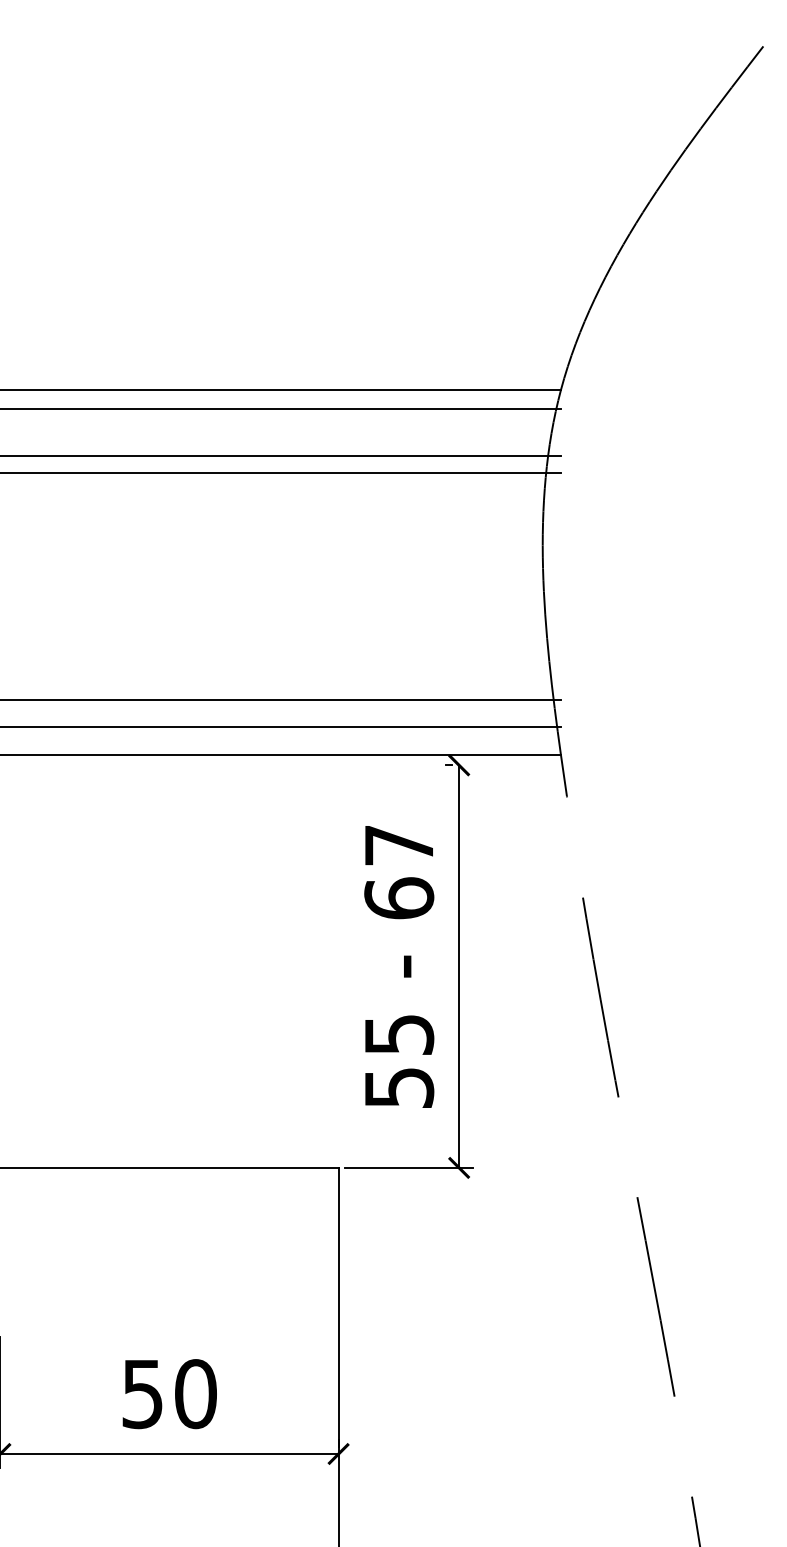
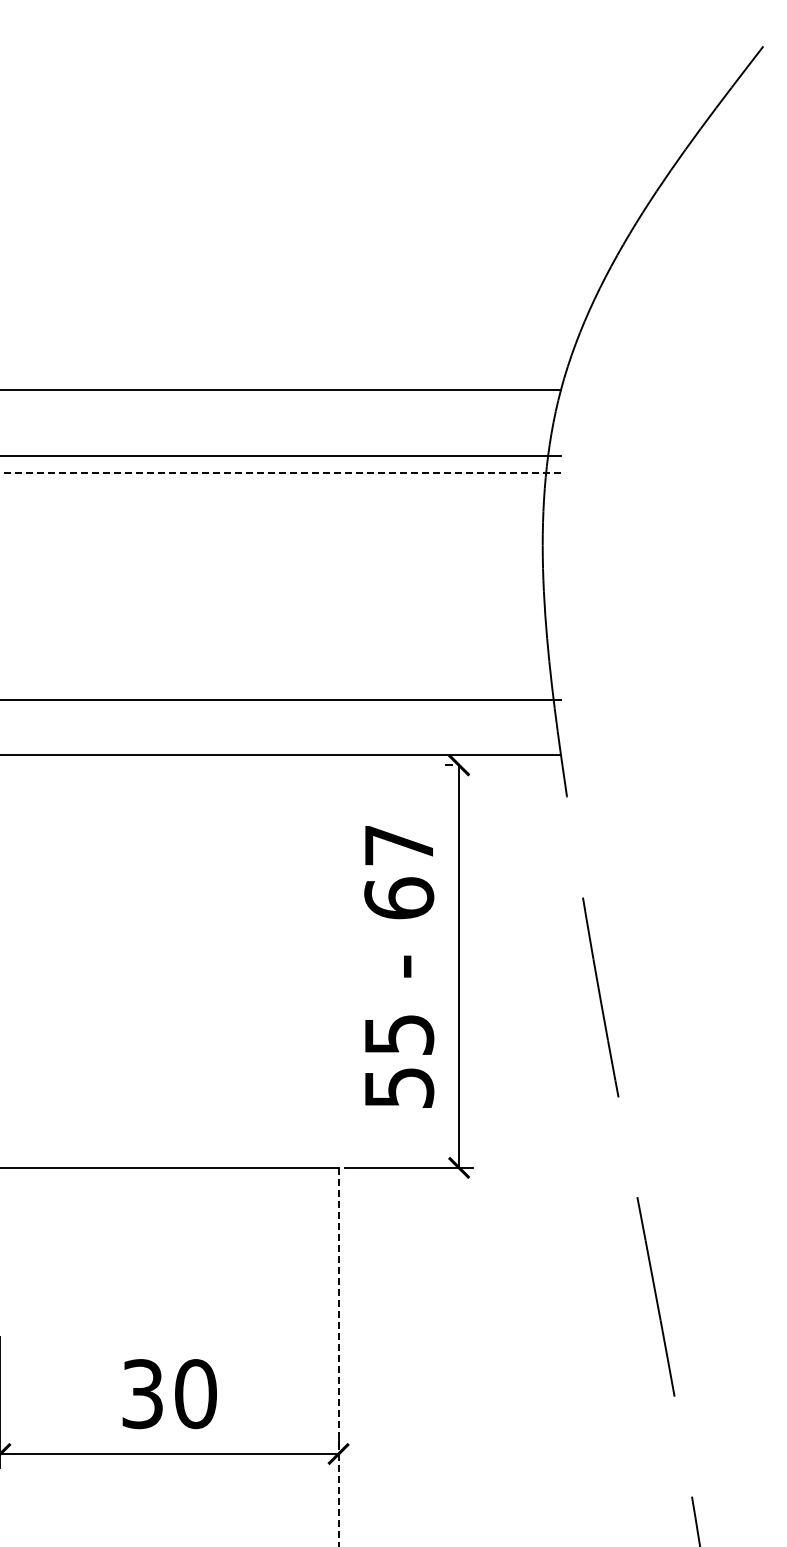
line at (281, 408): present -> none
line at (280, 473): solid -> dashed
line at (281, 726): present -> none
line at (338, 1357): solid -> dashed
text at (142, 1393): 50 -> 30
